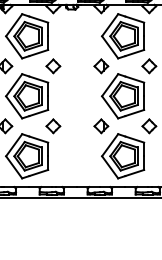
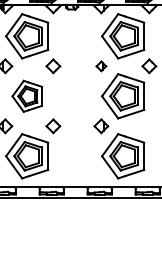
part at (101, 66) size: 17x17 px -> 13x13 px
part at (27, 96) size: 45x47 px -> 32x34 px
part at (149, 126): present -> none
